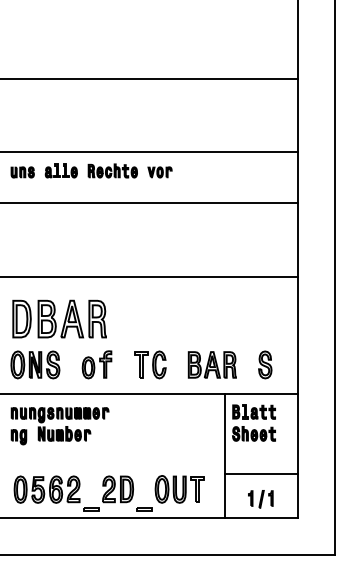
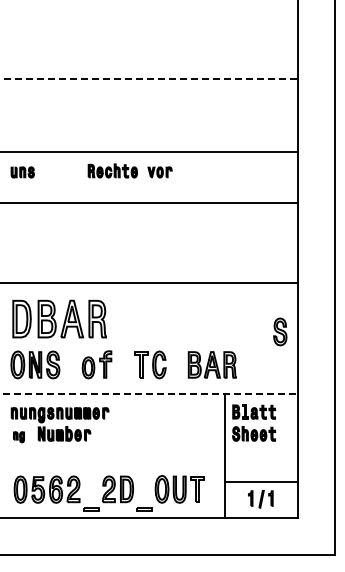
line at (149, 79): solid -> dashed
part at (60, 170): present -> none
line at (150, 276) position: (150, 276) -> (150, 282)
part at (265, 364) position: (265, 364) -> (280, 331)
line at (149, 393): solid -> dashed
part at (18, 437) size: 18x17 px -> 12x13 px
line at (261, 474) position: (261, 474) -> (261, 482)
